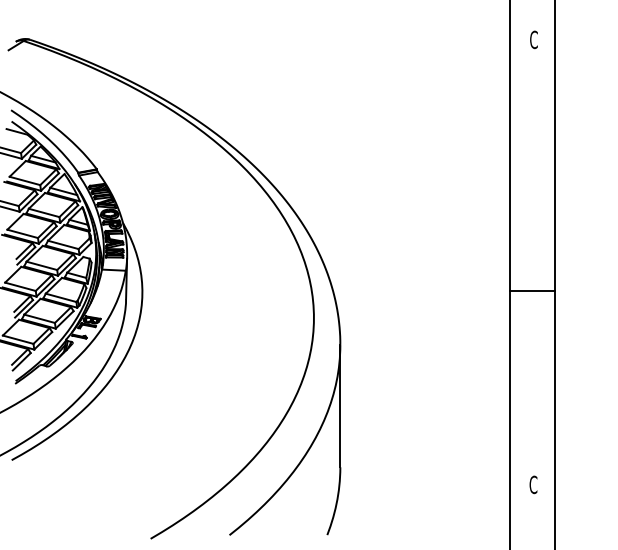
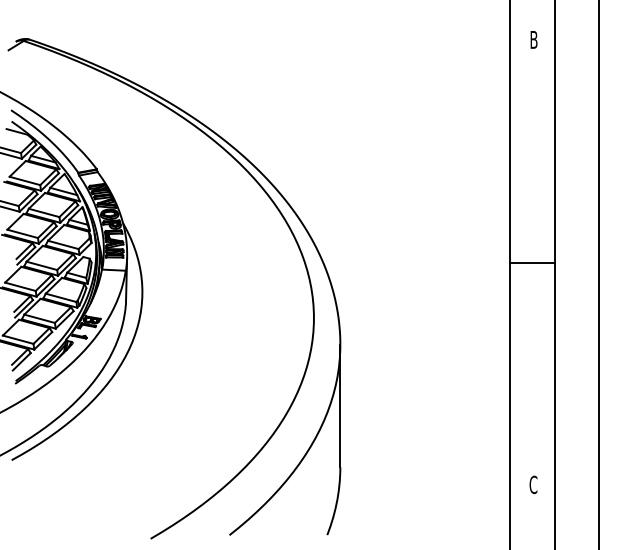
text at (533, 39): C -> B
line at (599, 274): none -> present
line at (532, 291) position: (532, 291) -> (532, 263)
